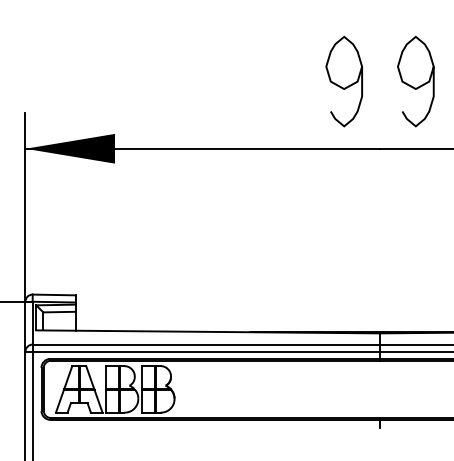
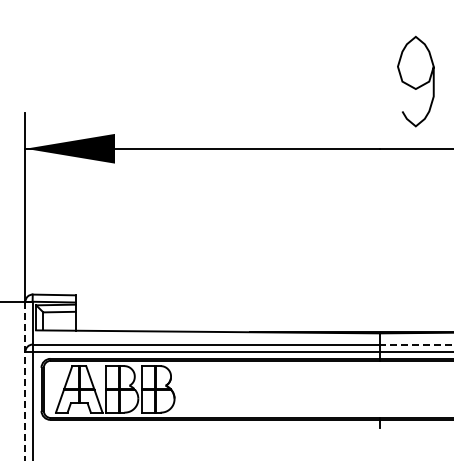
curve at (340, 85): present -> none
line at (416, 344): solid -> dashed
line at (25, 381): solid -> dashed
